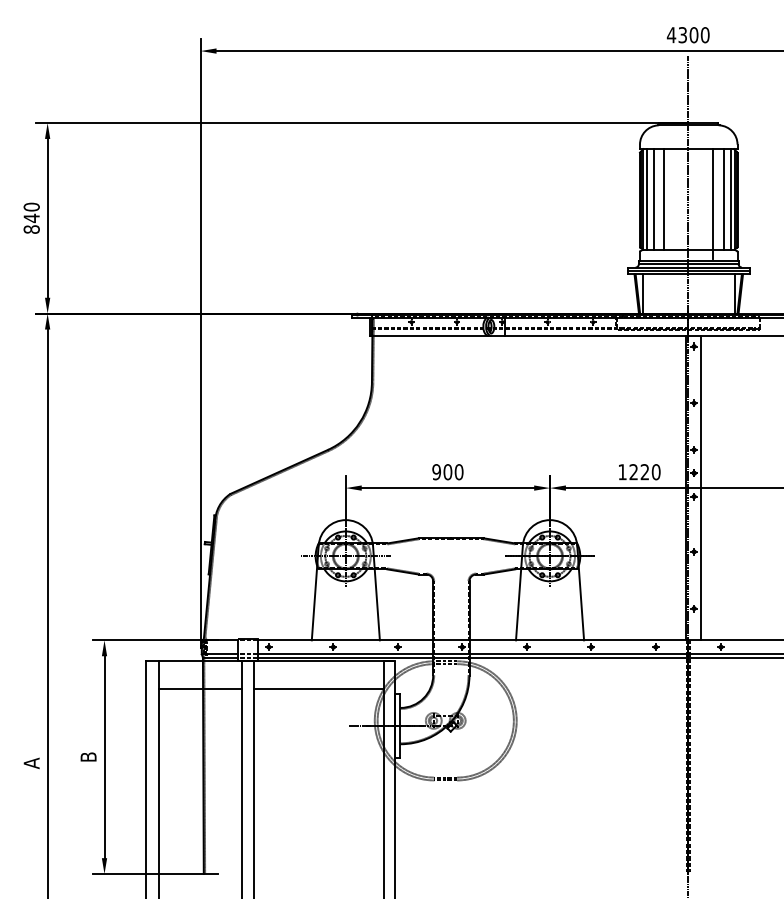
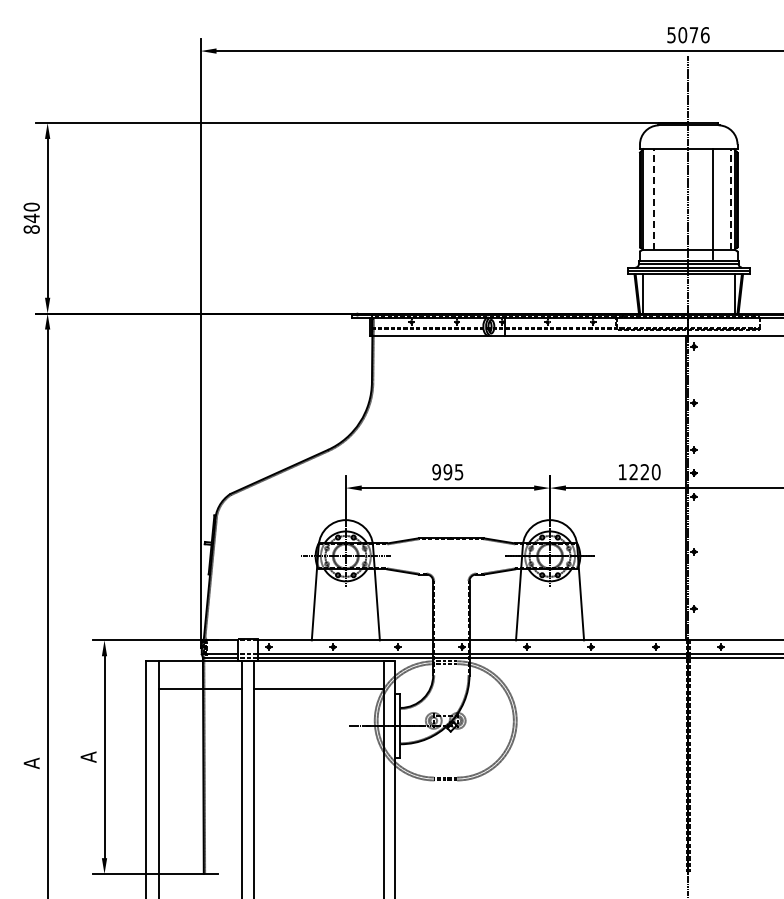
text at (687, 35): 4300 -> 5076
line at (653, 198): solid -> dashed
line at (730, 198): solid -> dashed
line at (646, 199): present -> none
line at (664, 199): present -> none
line at (723, 199): present -> none
text at (453, 472): 900 -> 995
line at (700, 487): present -> none
text at (88, 756): B -> A
